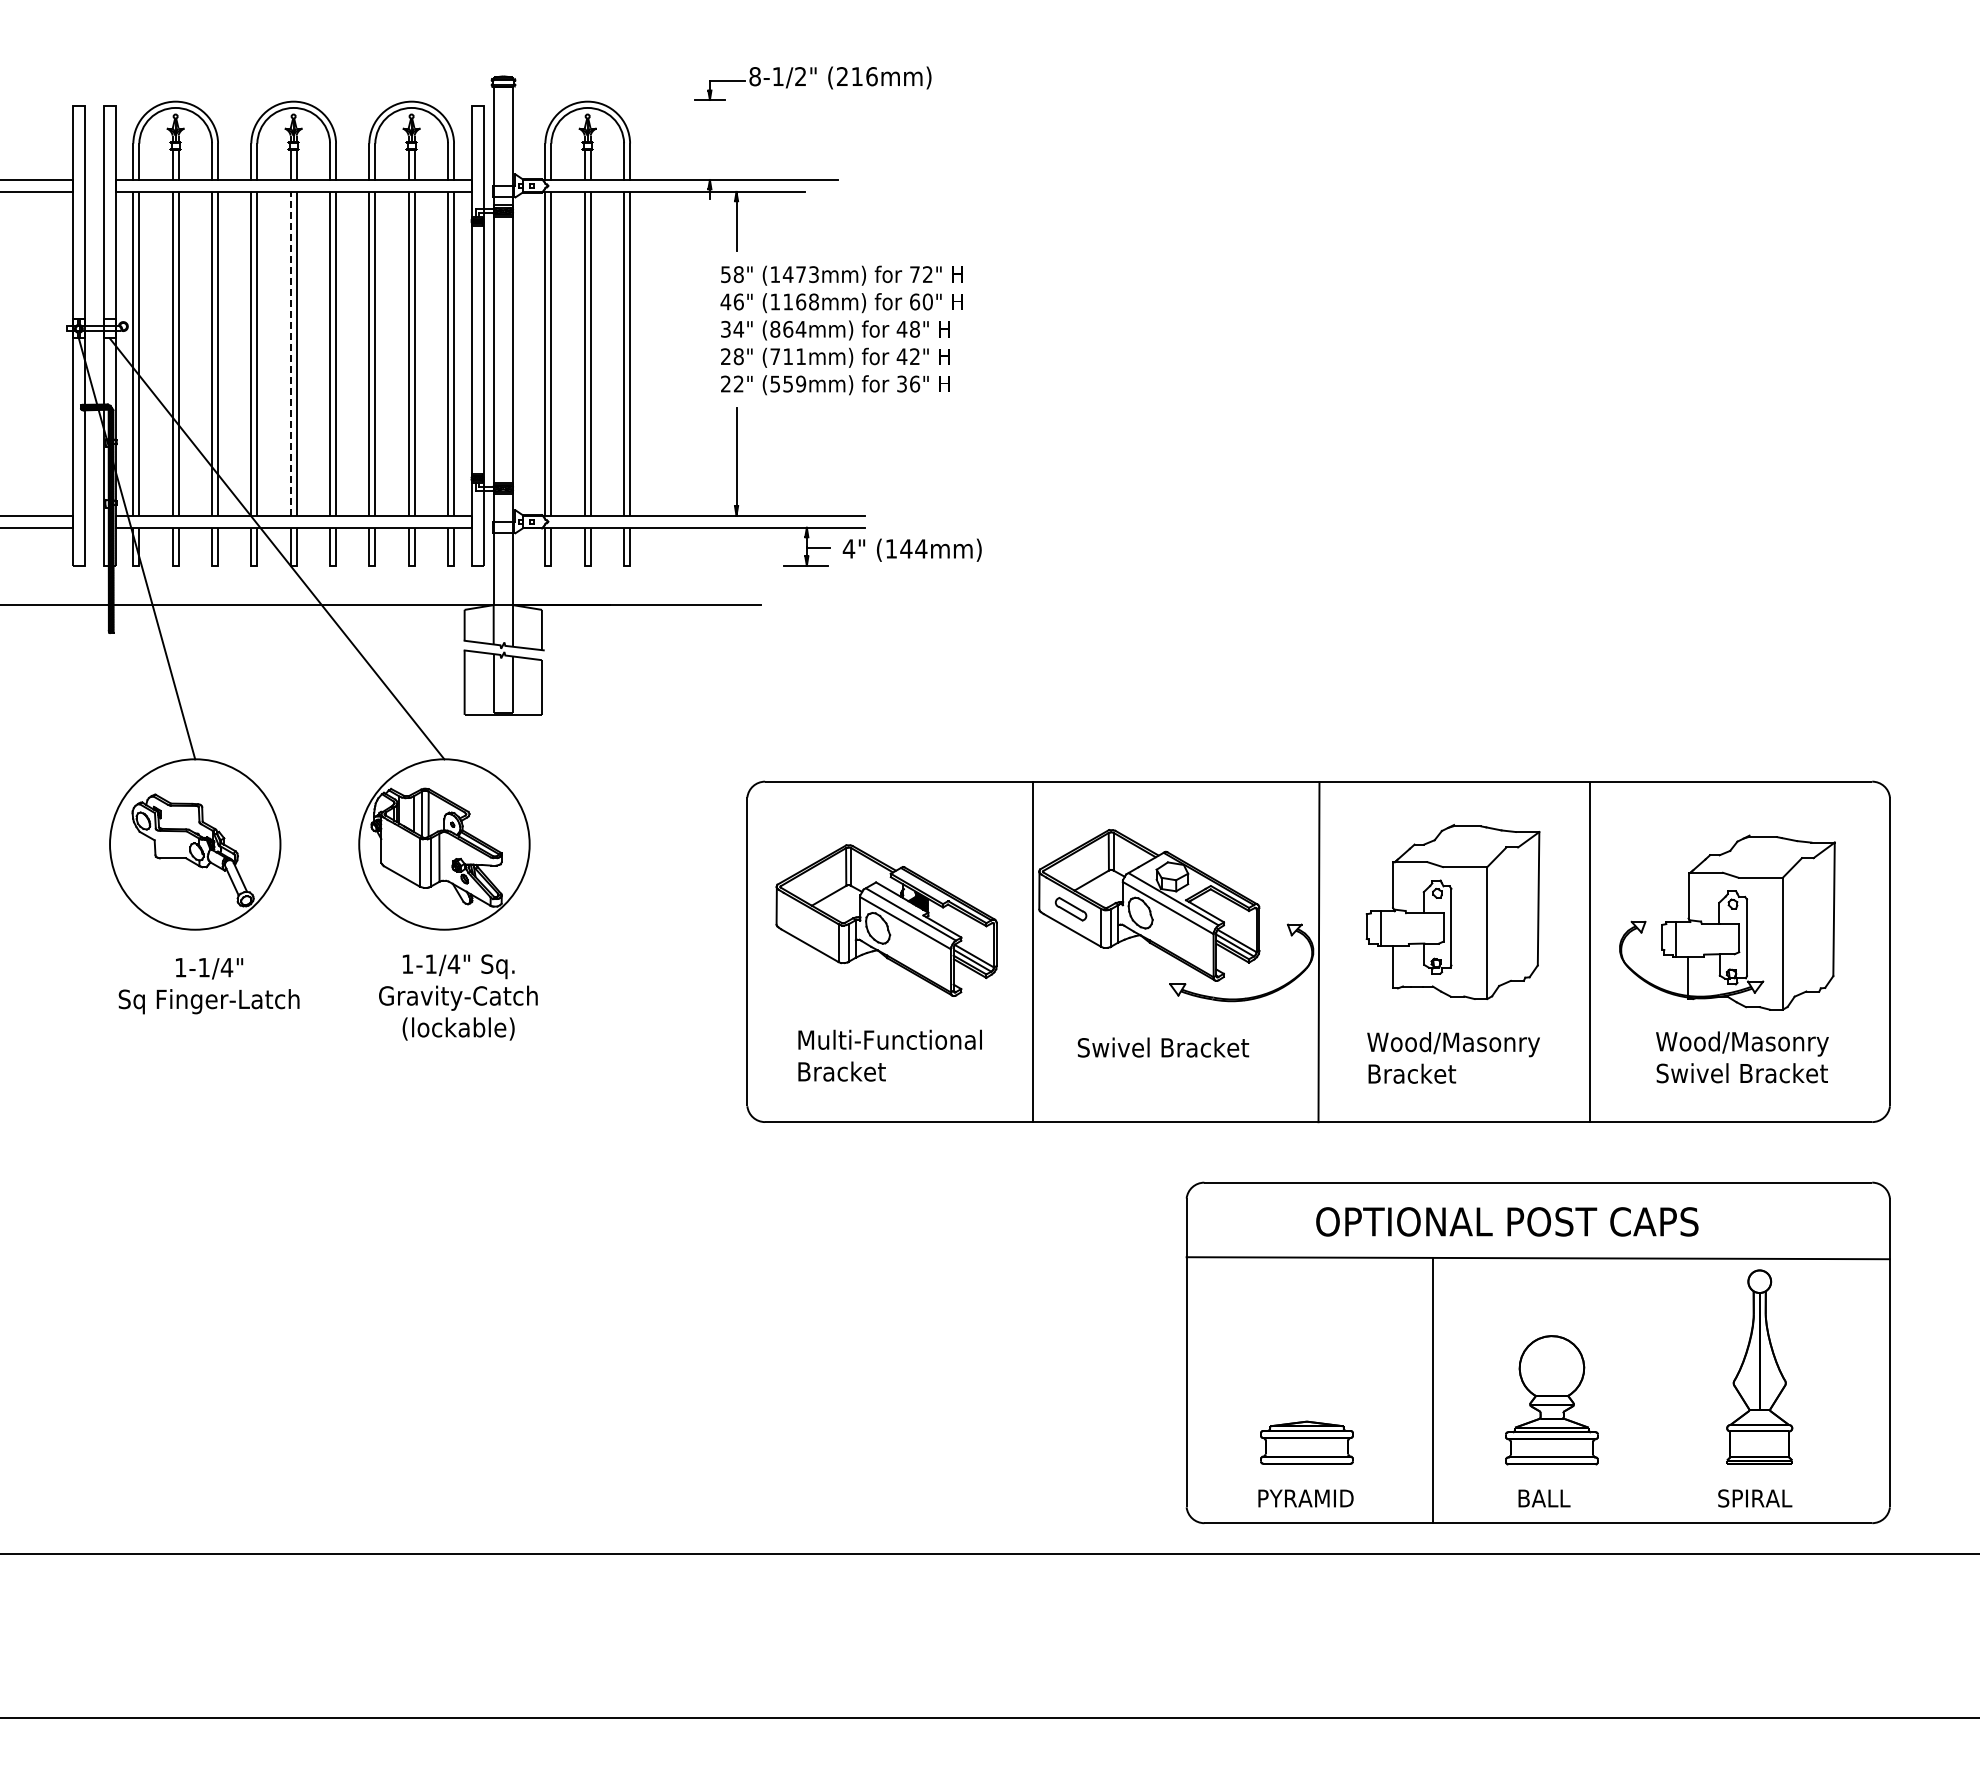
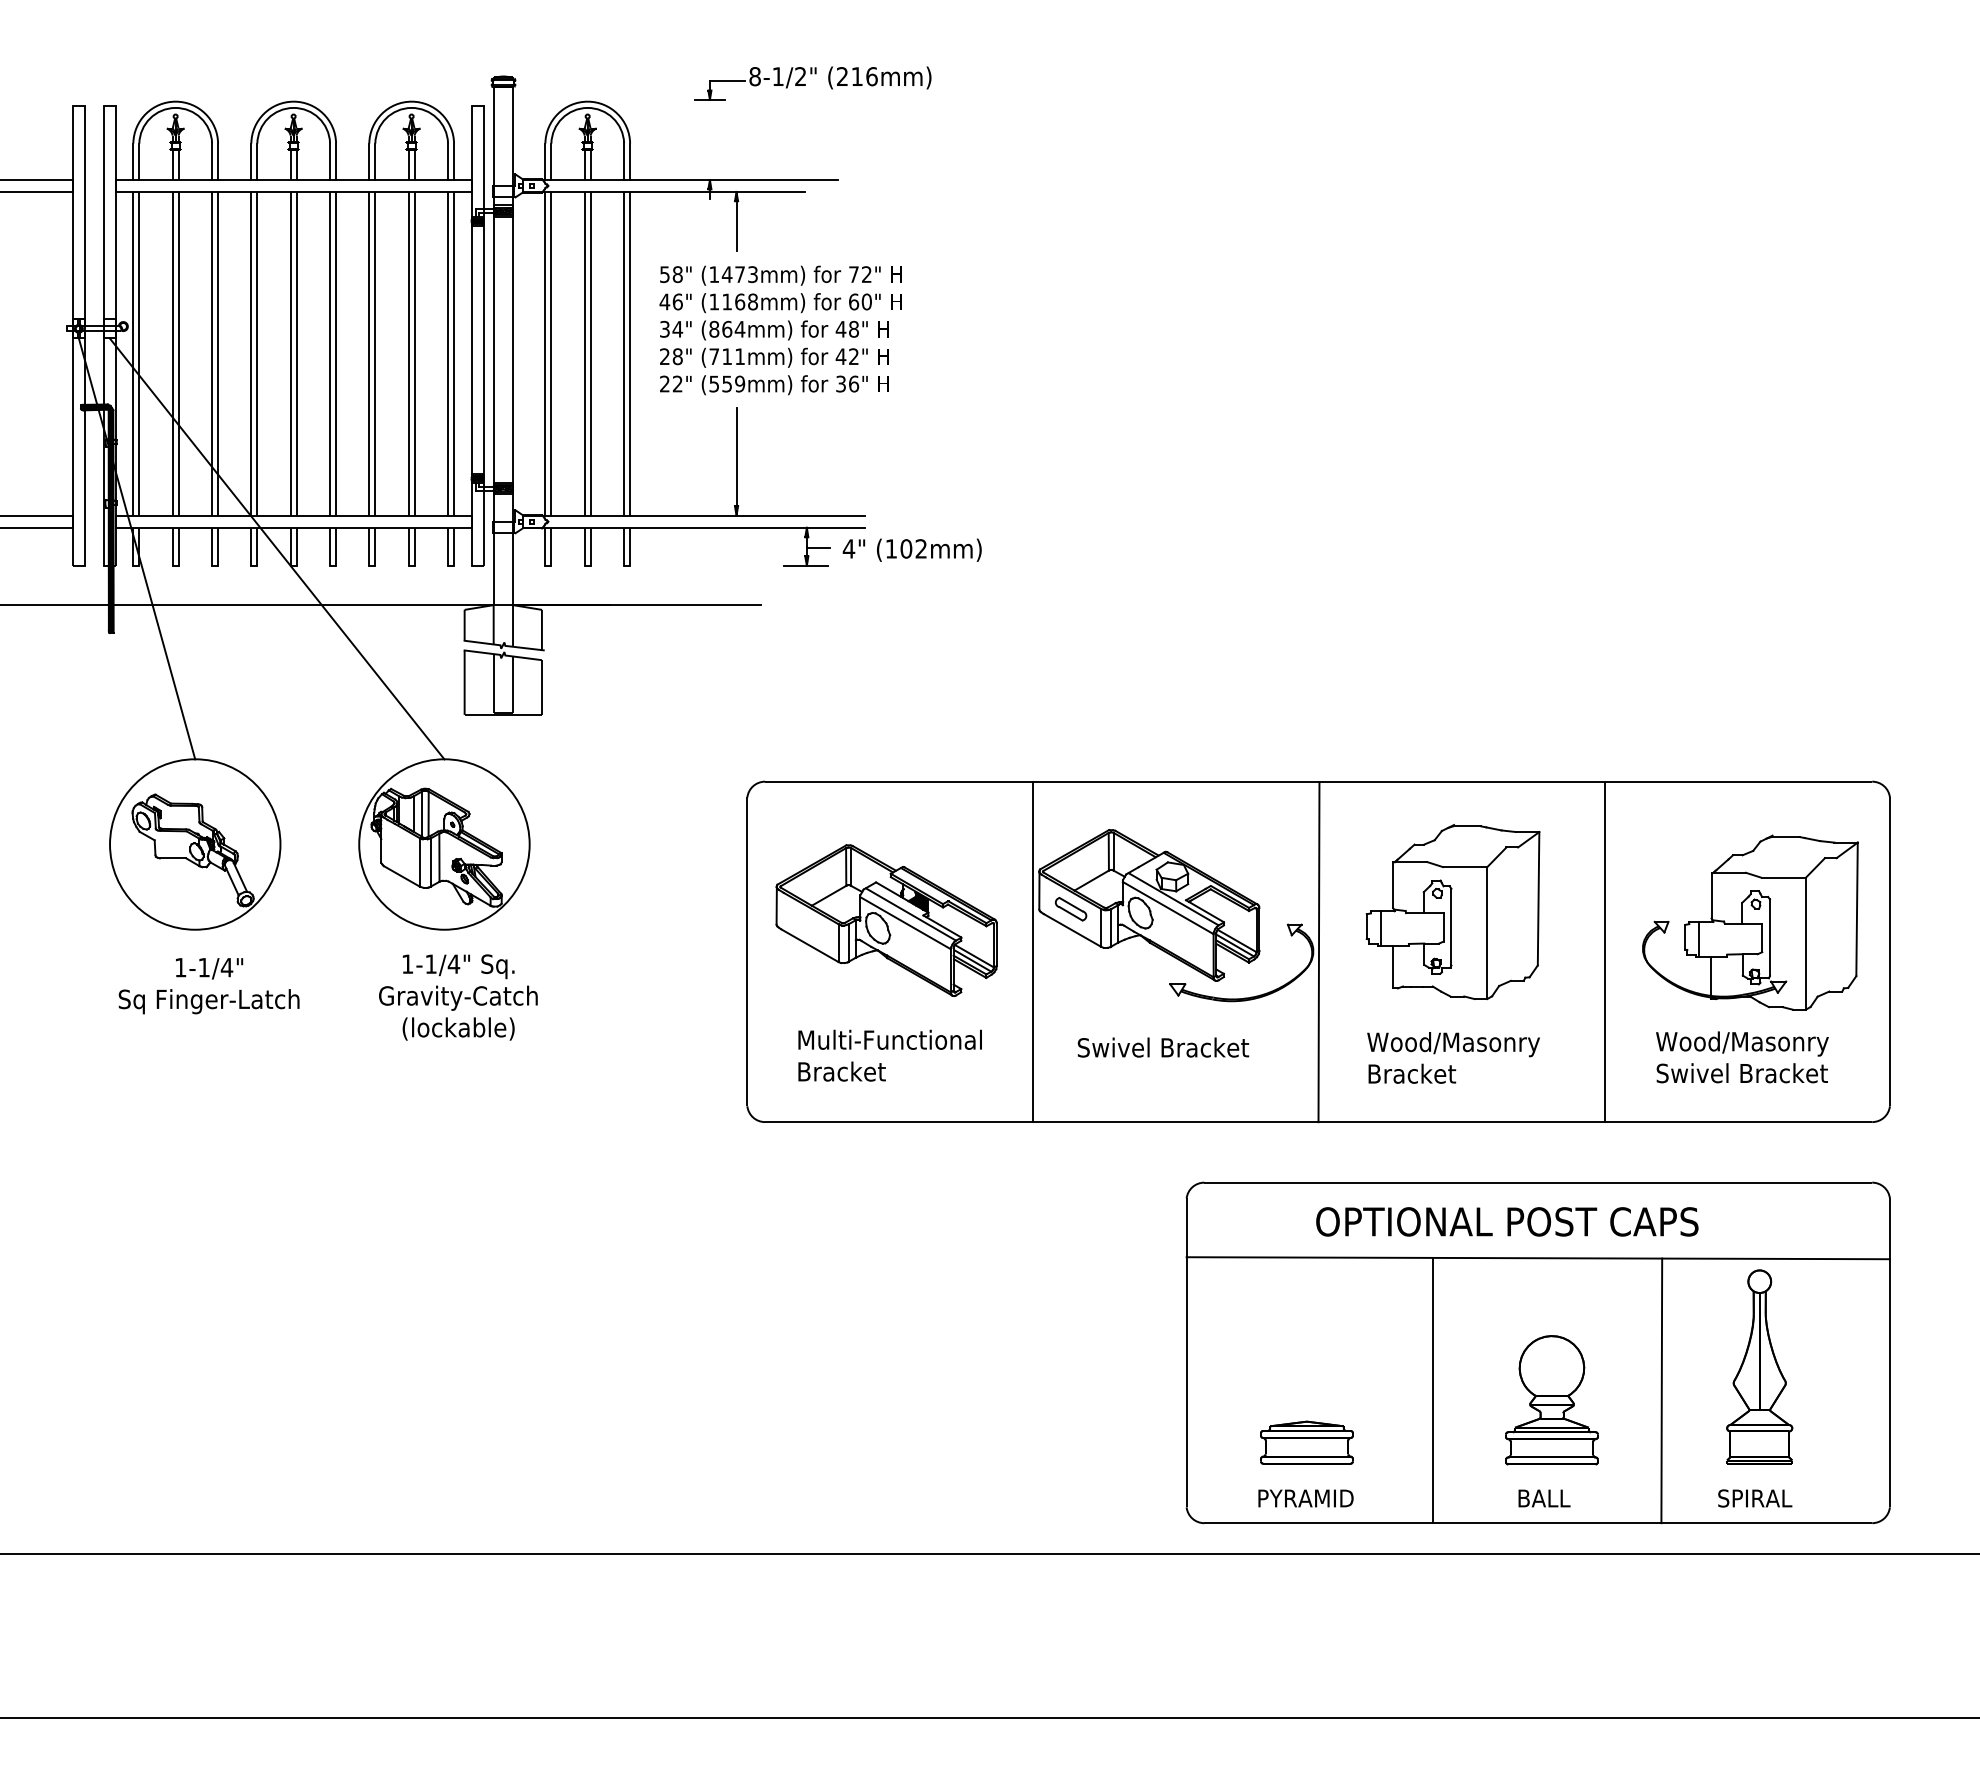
text at (841, 330) position: (841, 330) -> (780, 330)
line at (290, 353): dashed -> solid
text at (913, 548): (144mm) -> (102mm)
part at (1727, 922) position: (1727, 922) -> (1750, 922)
line at (1590, 952) position: (1590, 952) -> (1605, 952)
line at (1661, 1390): none -> present
